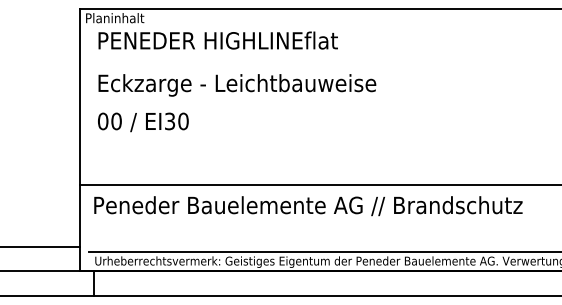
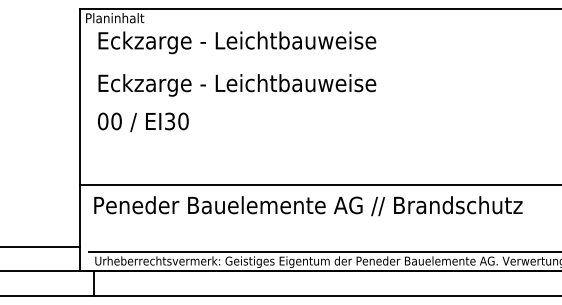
text at (238, 42): PENEDER HIGHLINEflat -> Eckzarge - Leichtbauweise
